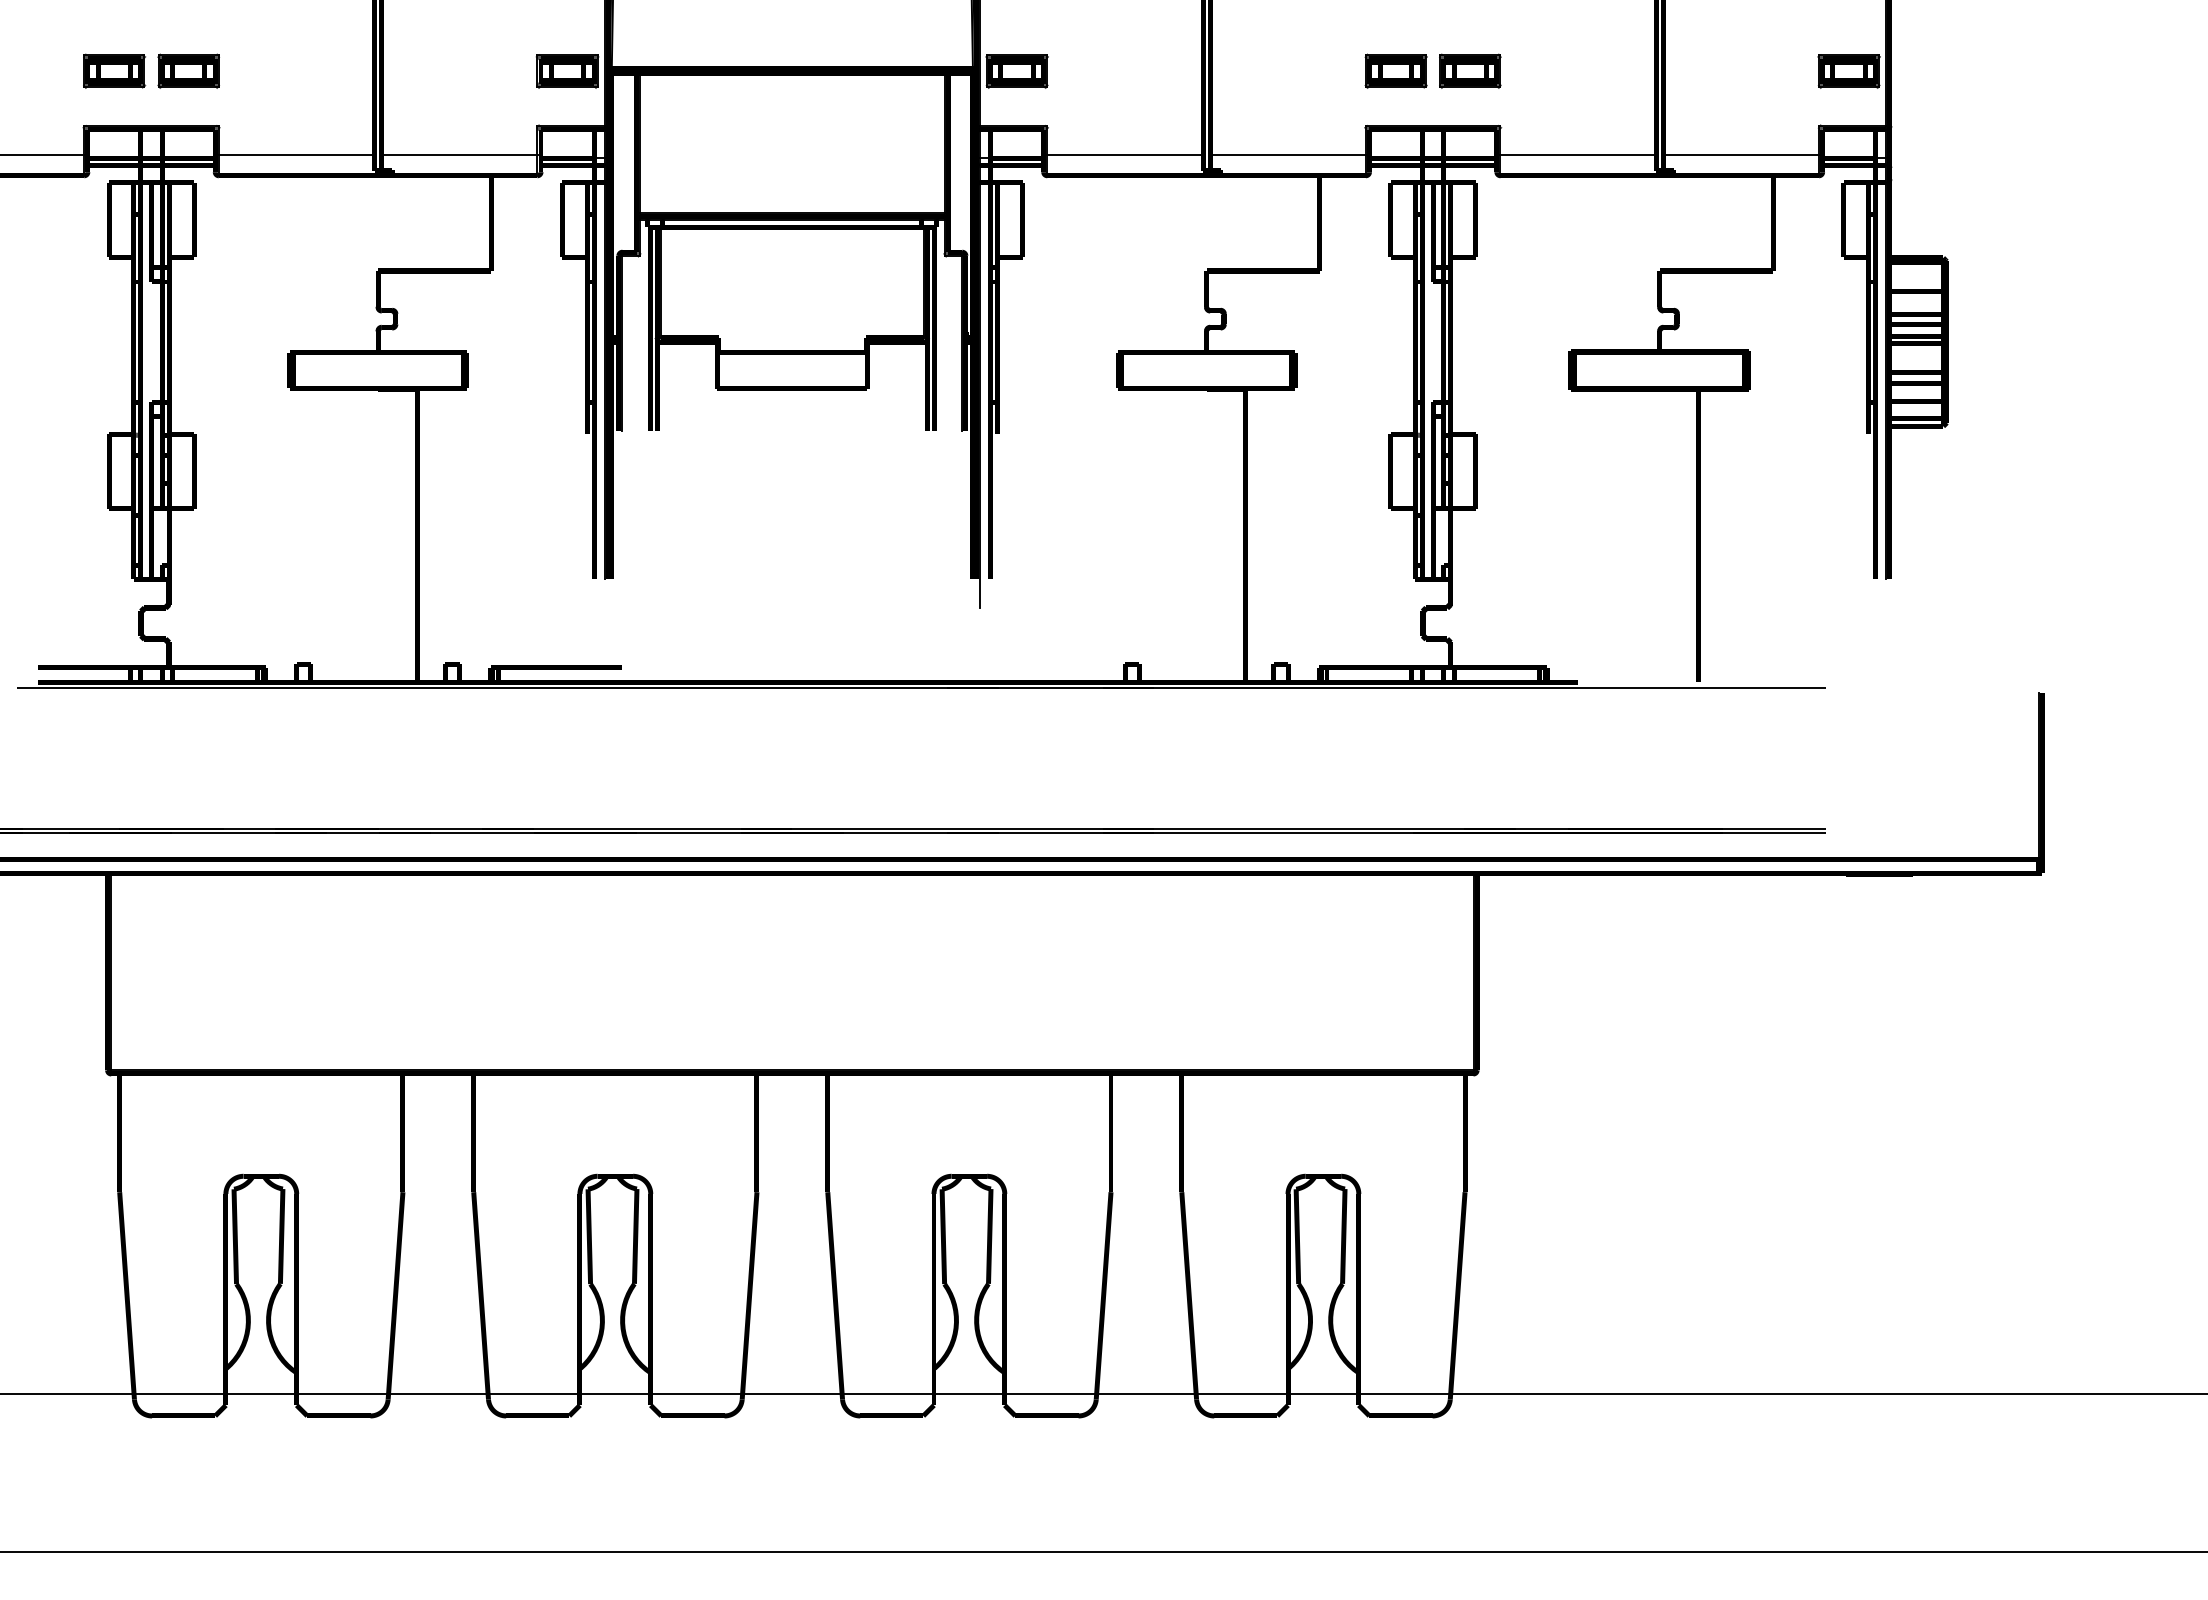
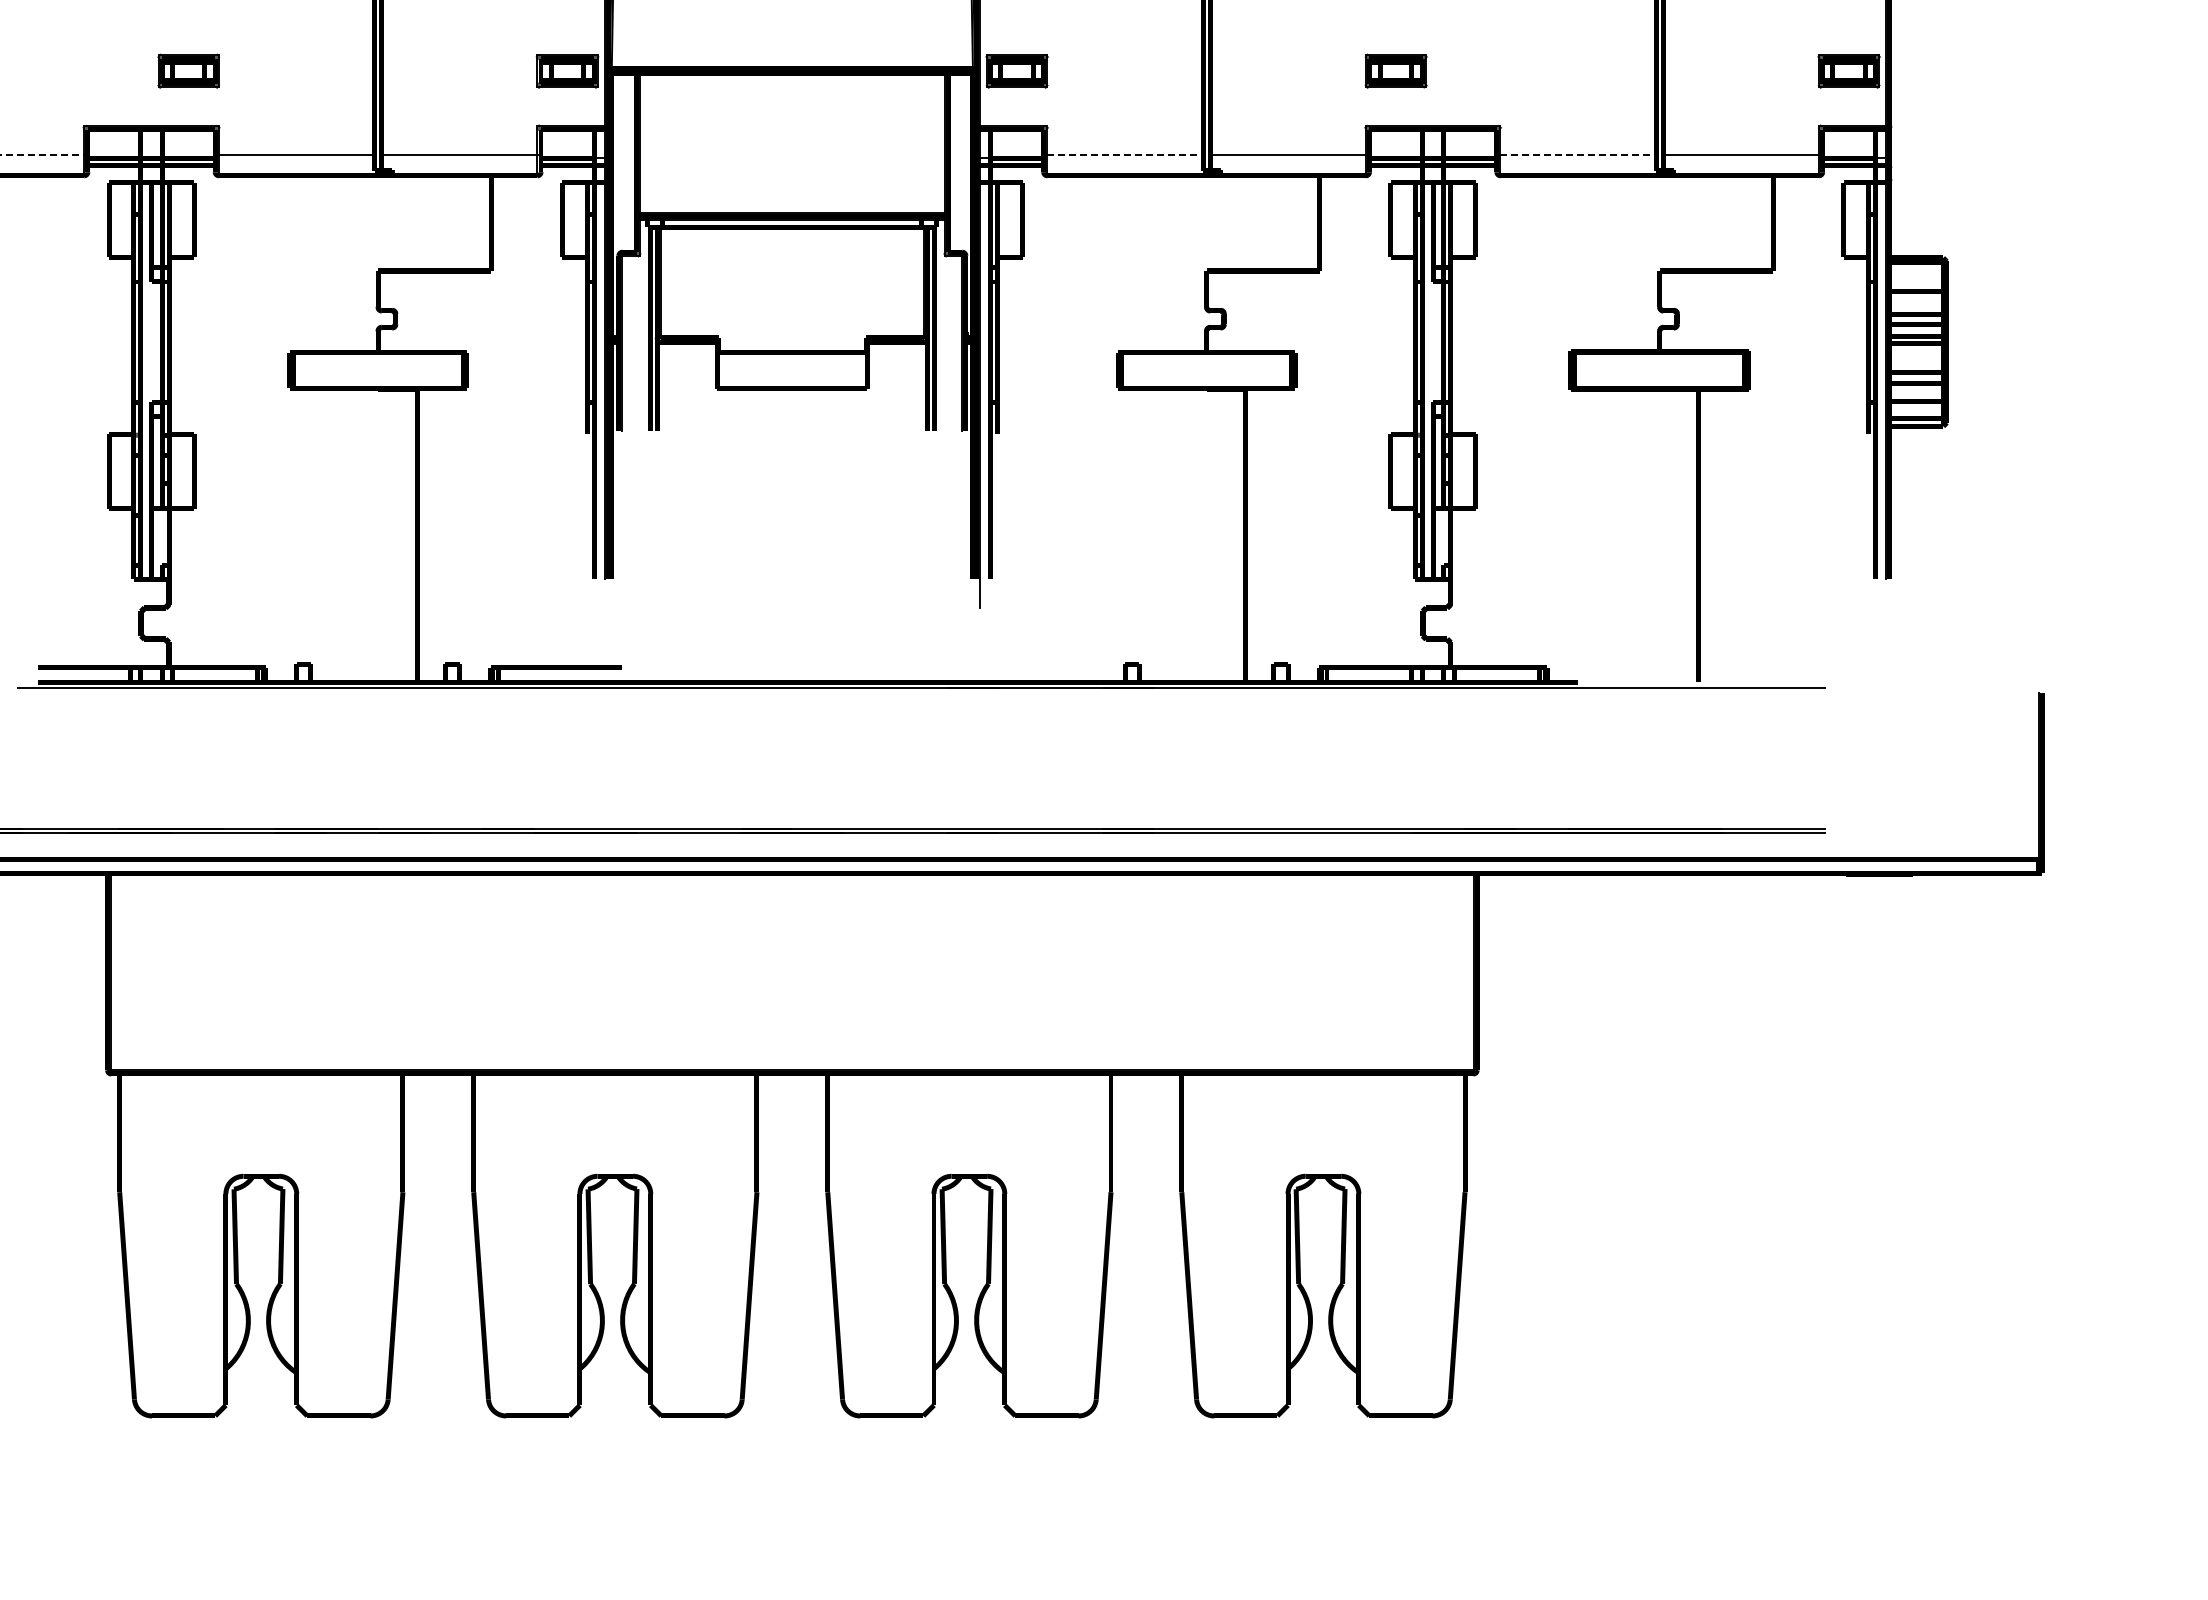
part at (114, 70): present -> none
part at (1470, 70): present -> none
line at (42, 154): solid -> dashed
line at (1125, 154): solid -> dashed
line at (1578, 154): solid -> dashed
line at (1103, 1393): present -> none
line at (1103, 1551): present -> none
